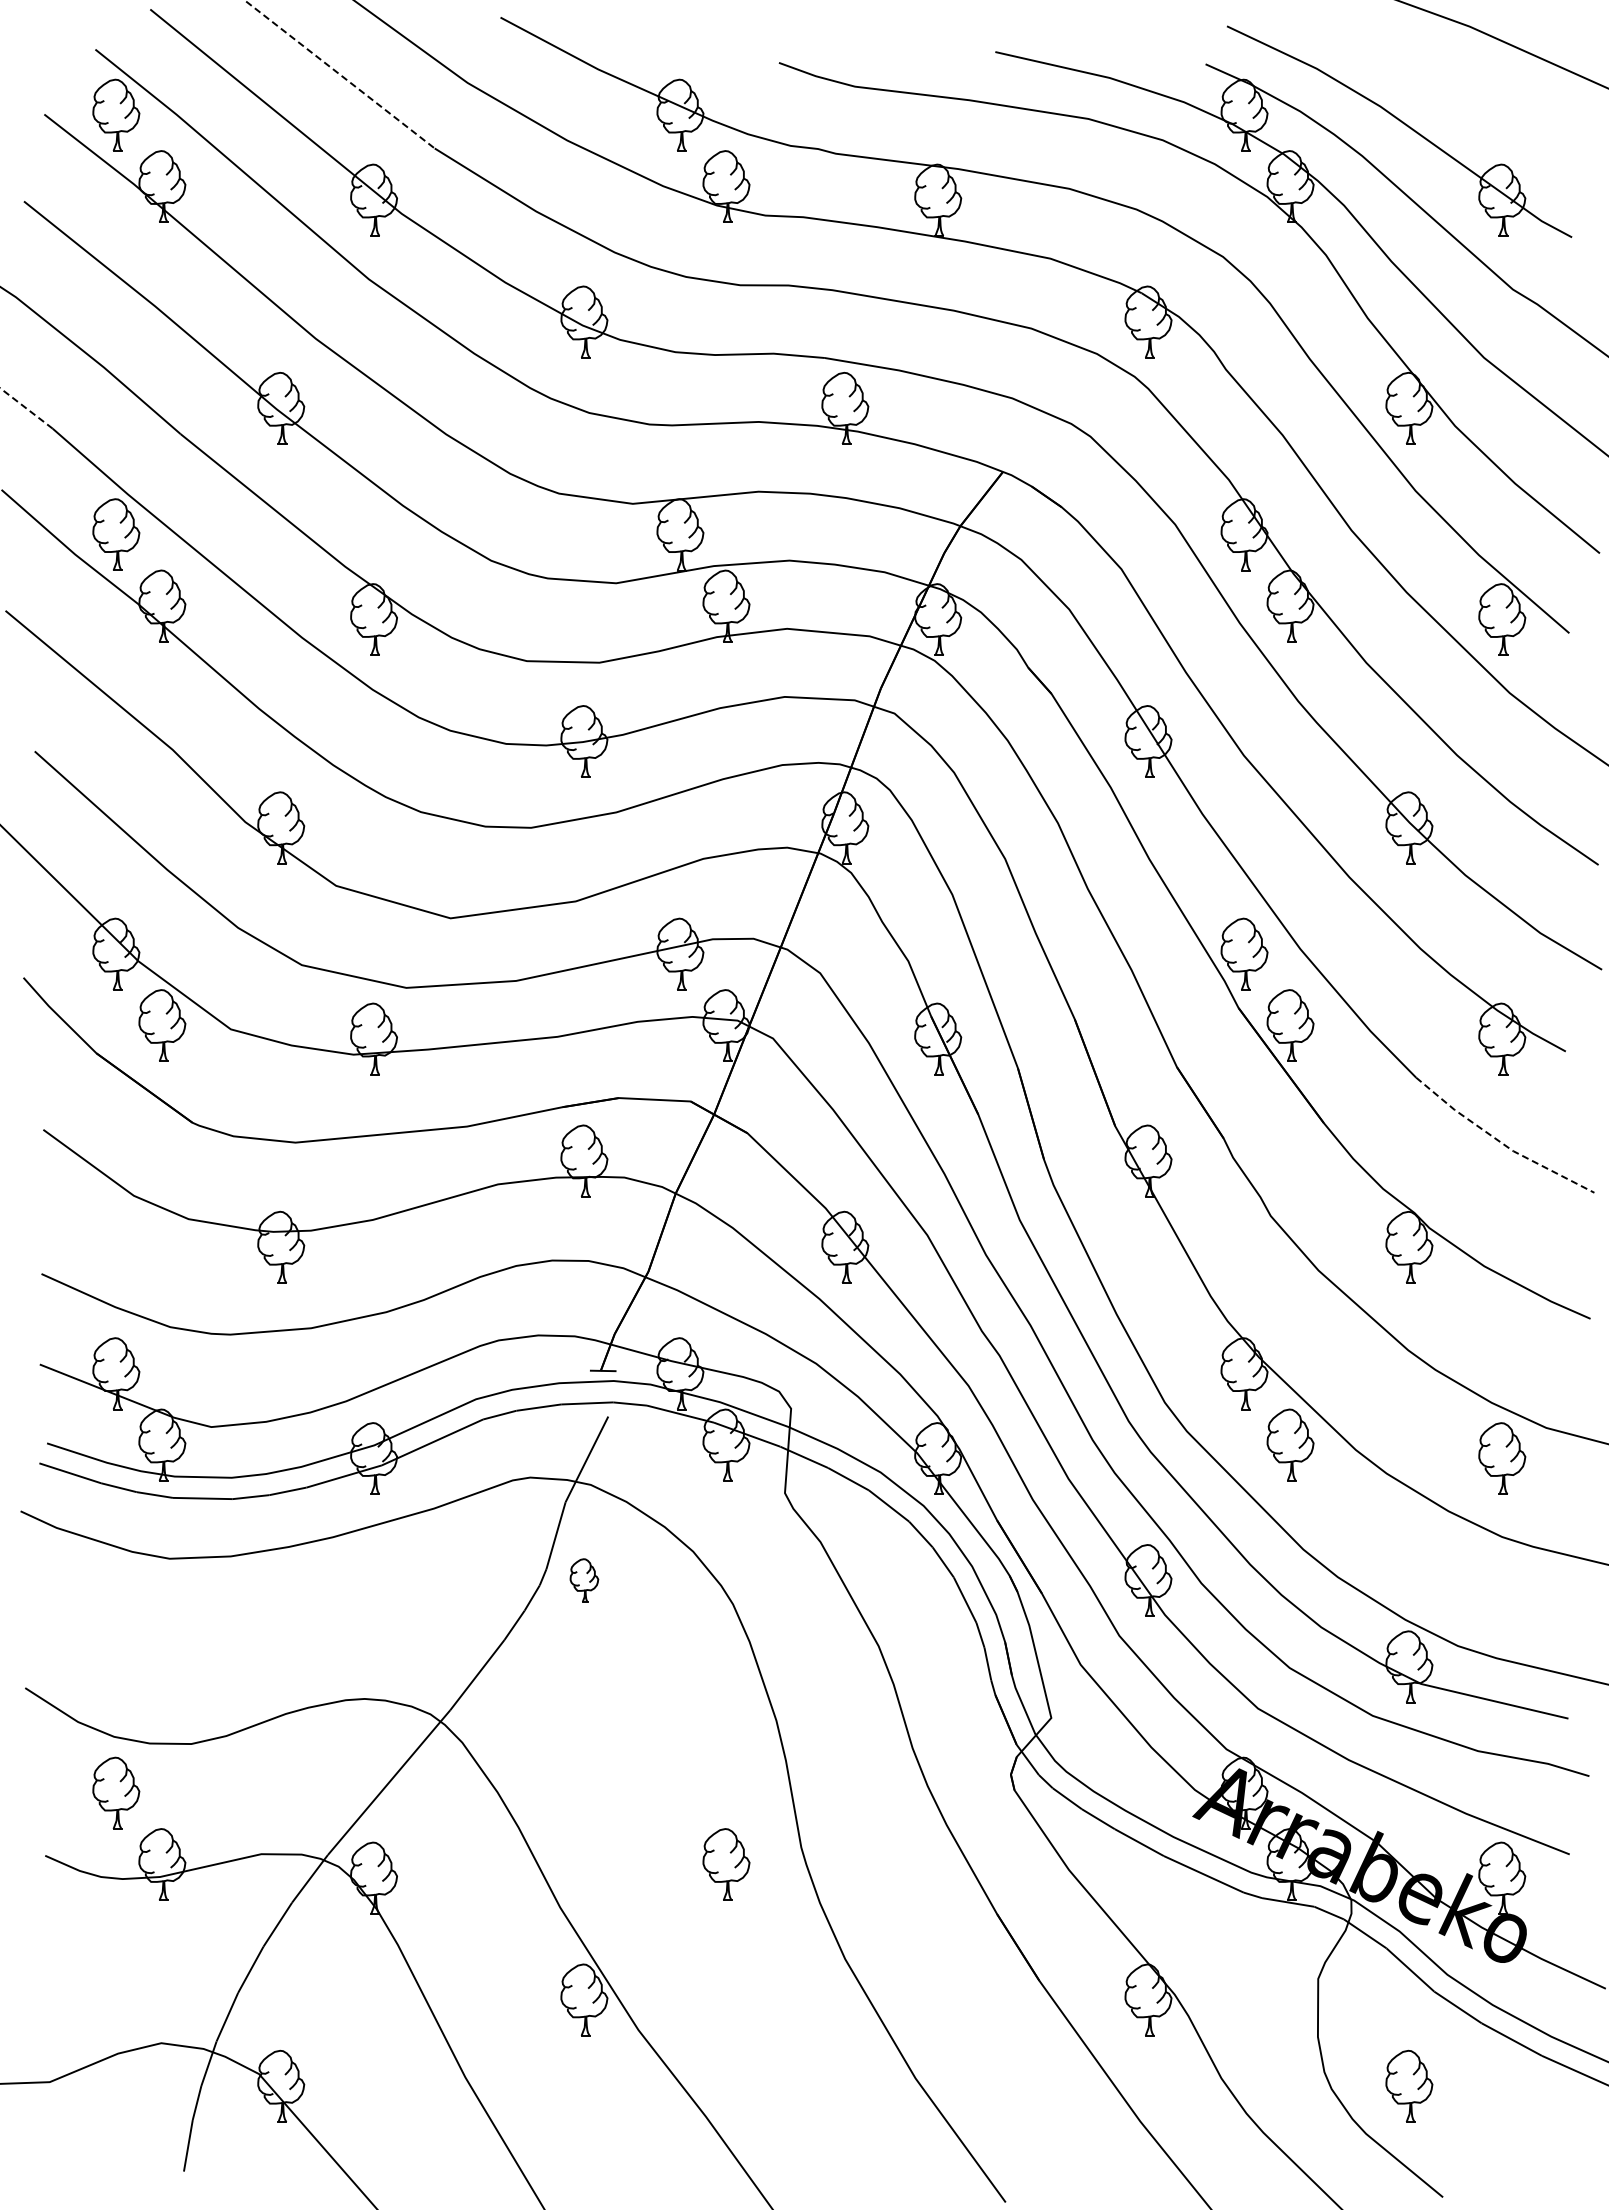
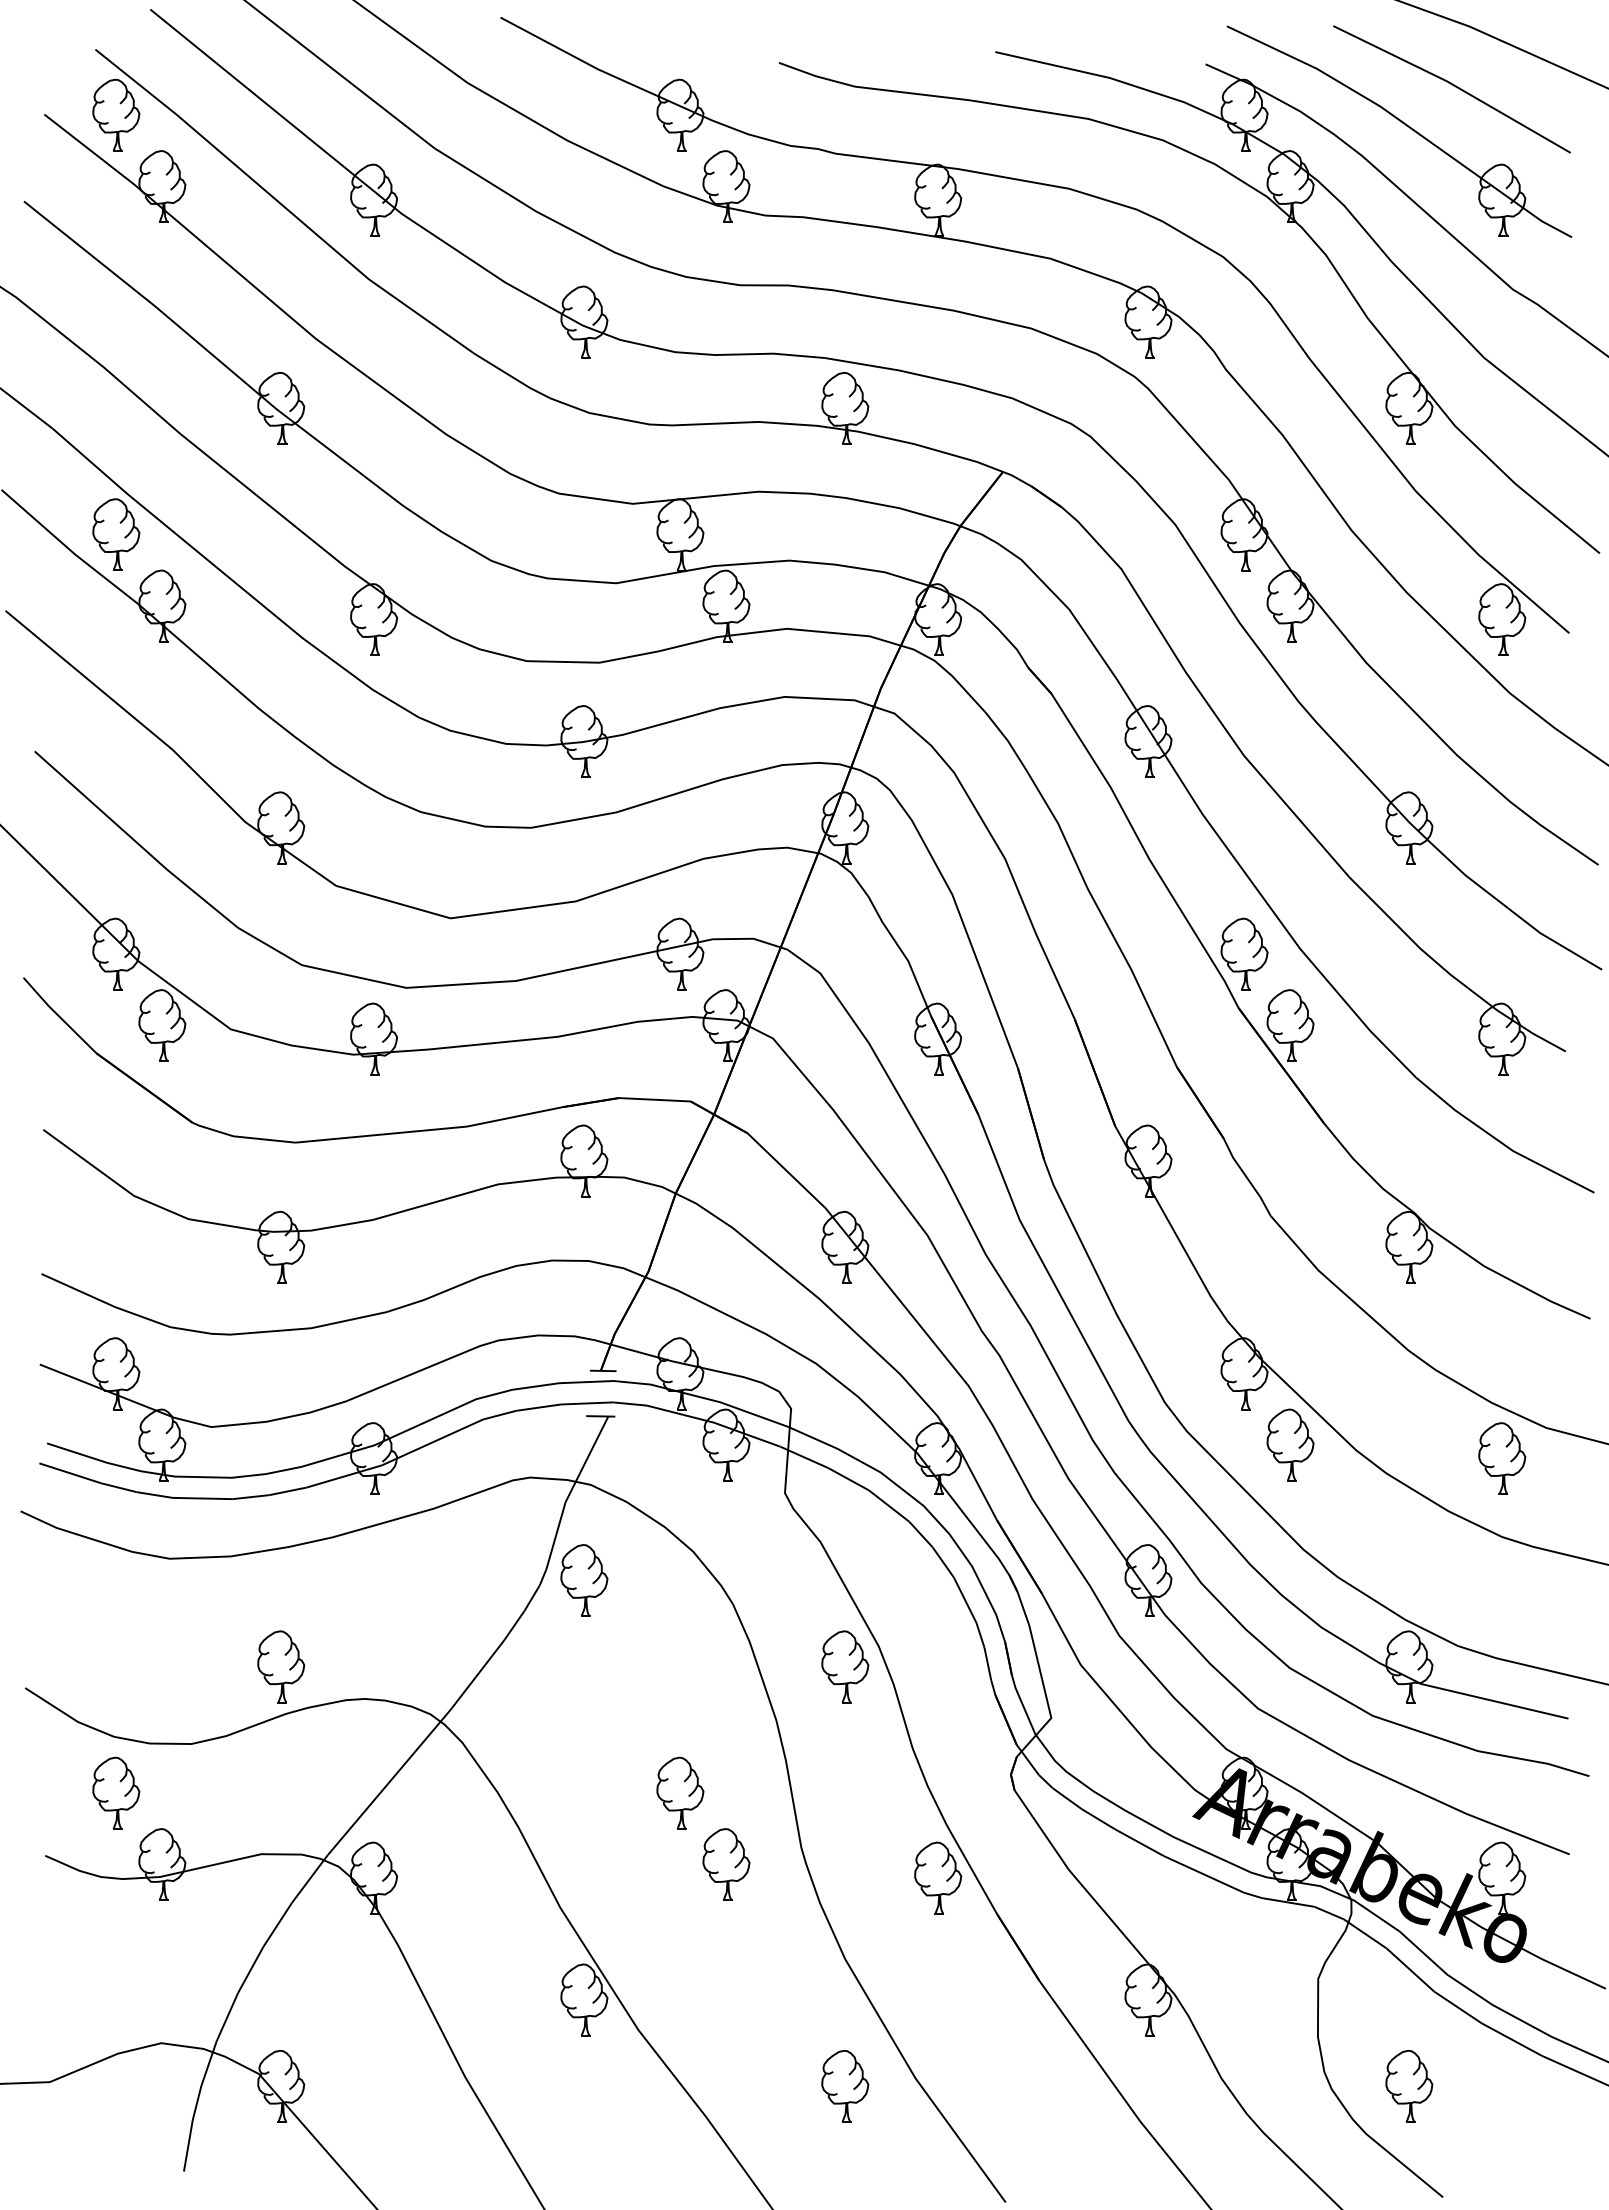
line at (339, 74): dashed -> solid
line at (1453, 86): none -> present
line at (26, 408): dashed -> solid
line at (1501, 1142): dashed -> solid
line at (600, 1416): none -> present
part at (584, 1580) size: 31x45 px -> 49x73 px
part at (281, 1666): none -> present
part at (845, 1666): none -> present
part at (680, 1792): none -> present
part at (938, 1877): none -> present
part at (845, 2085): none -> present
